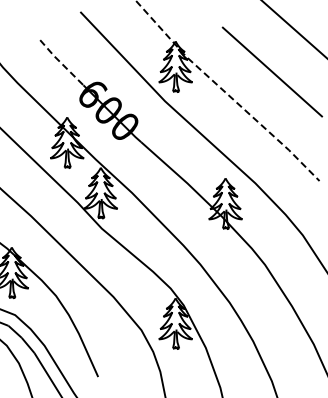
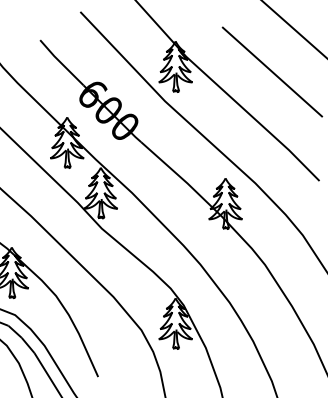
line at (61, 63): dashed -> solid
line at (225, 92): dashed -> solid
